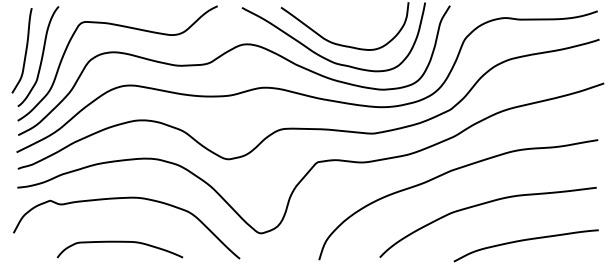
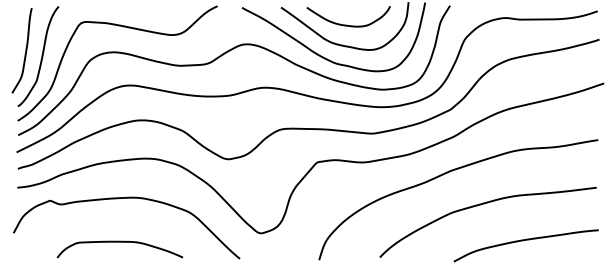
curve at (347, 24): none -> present
